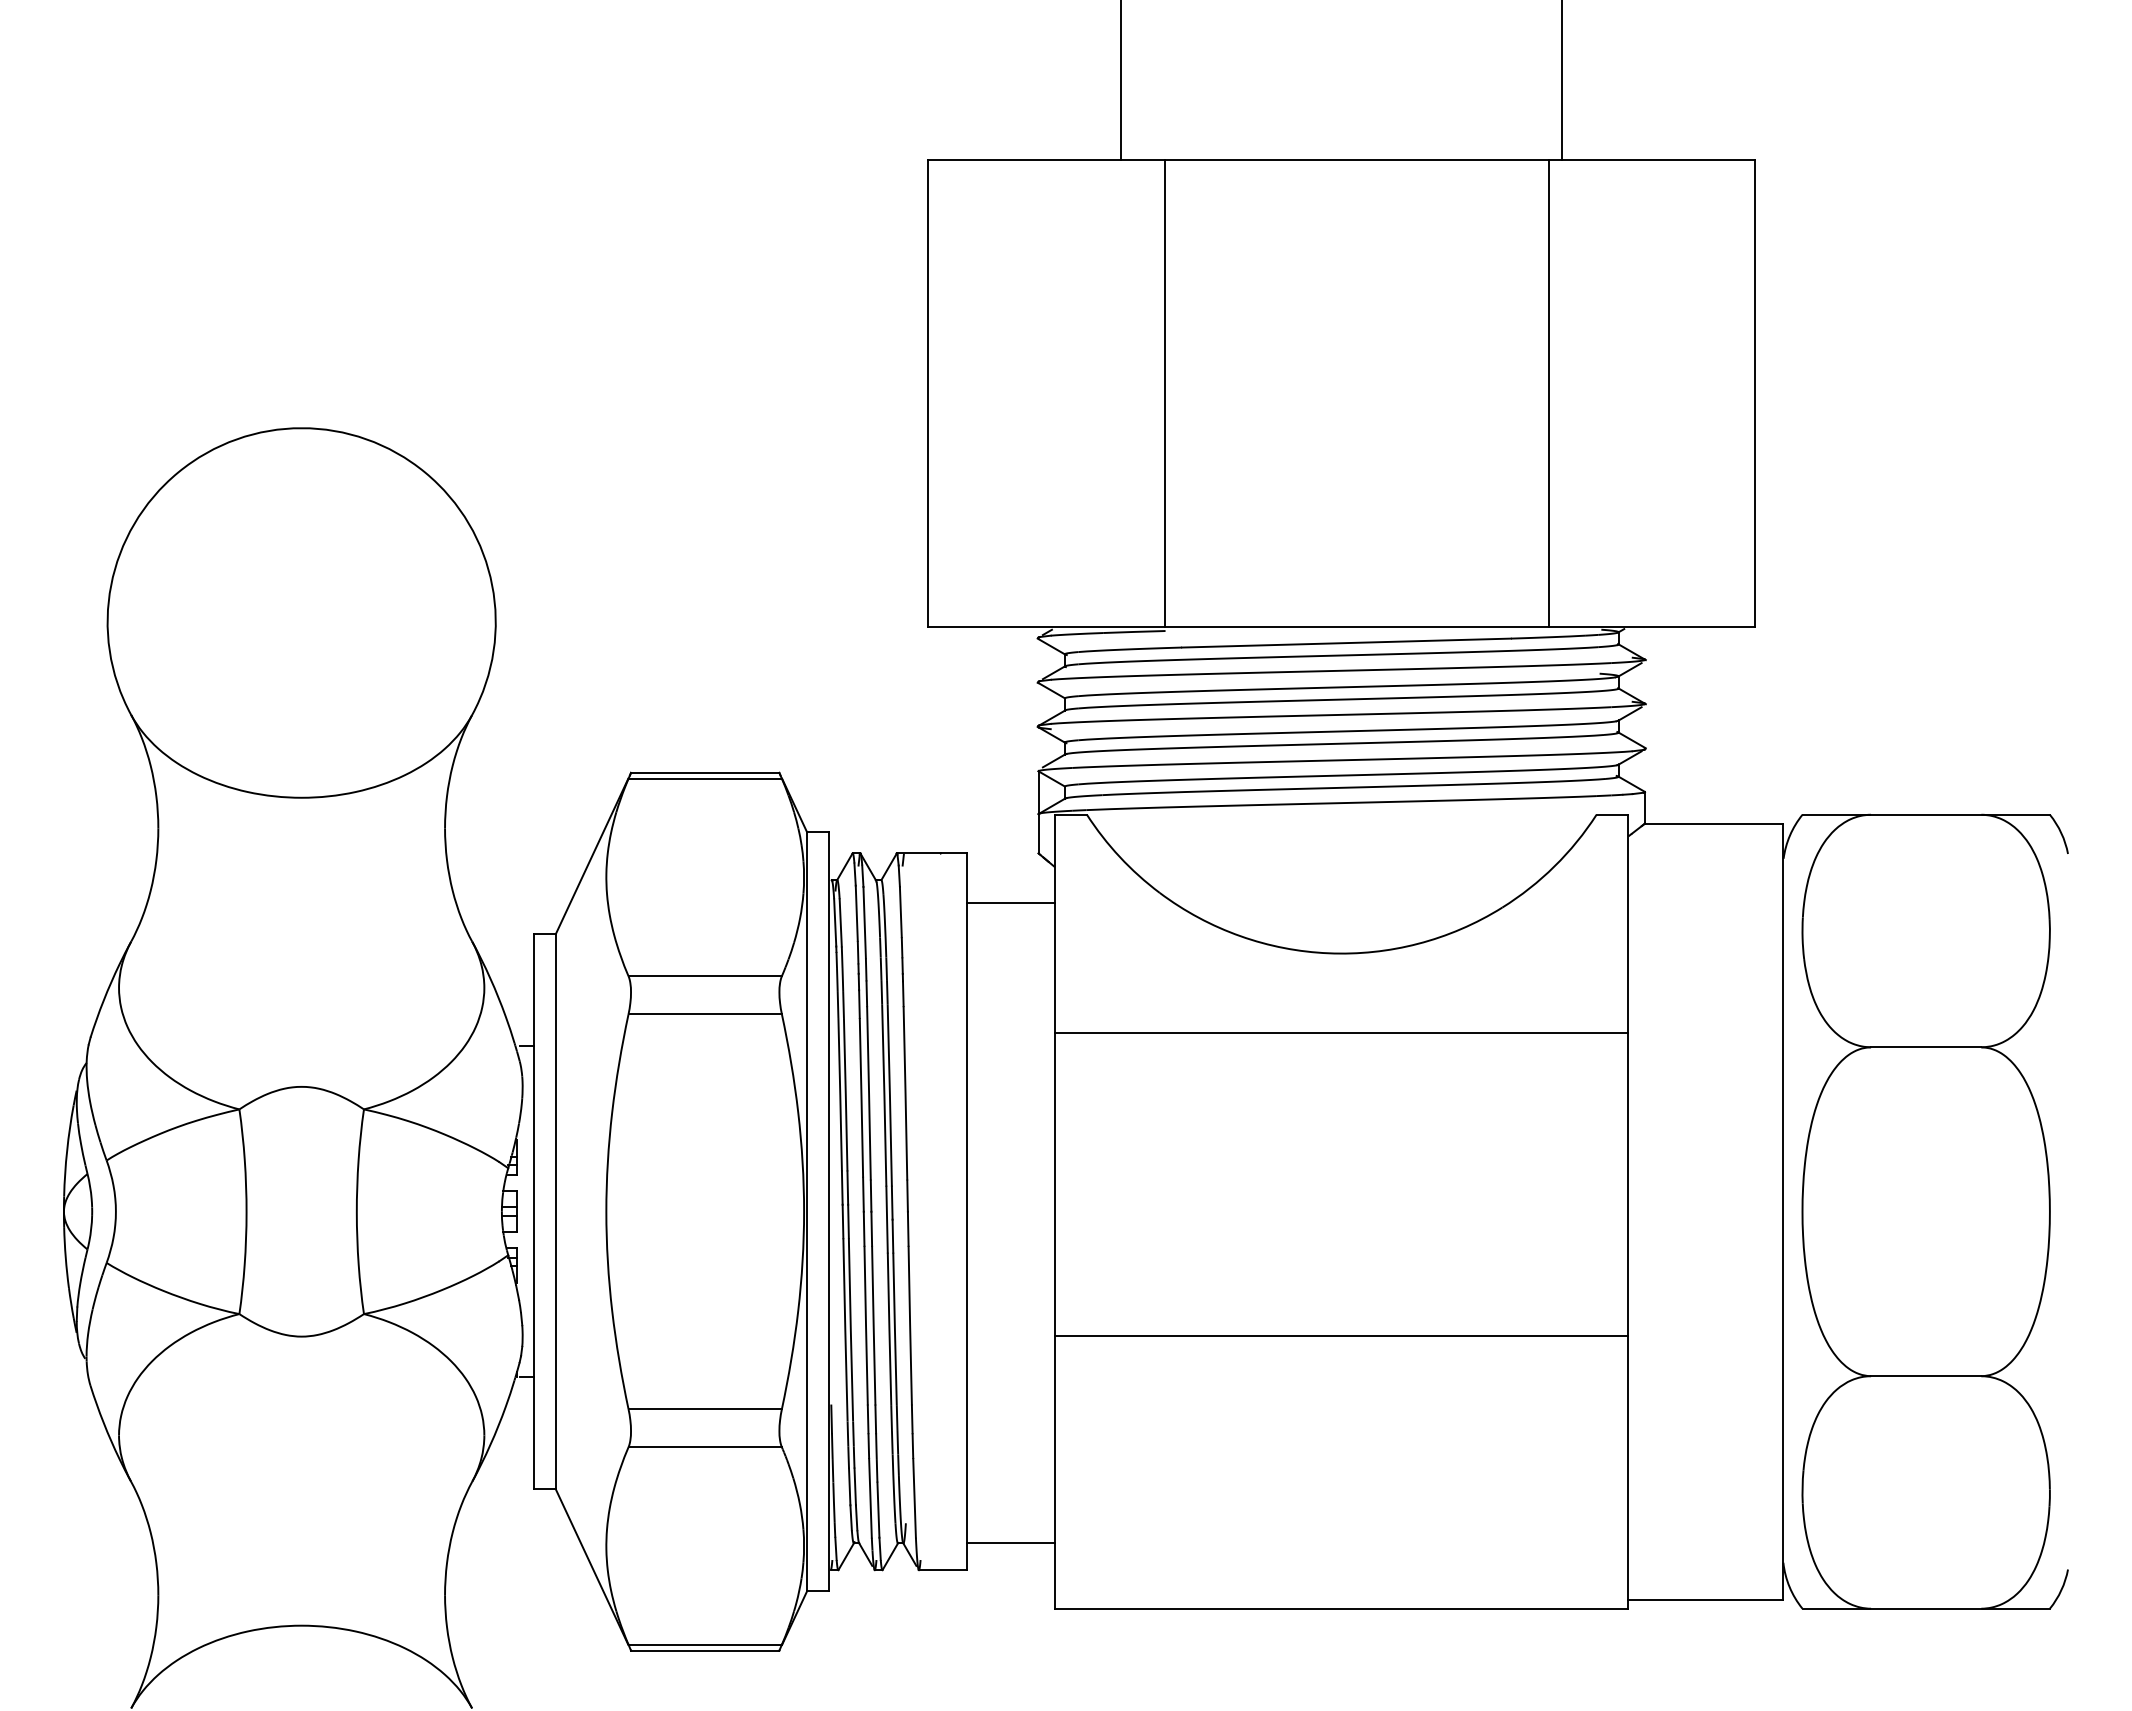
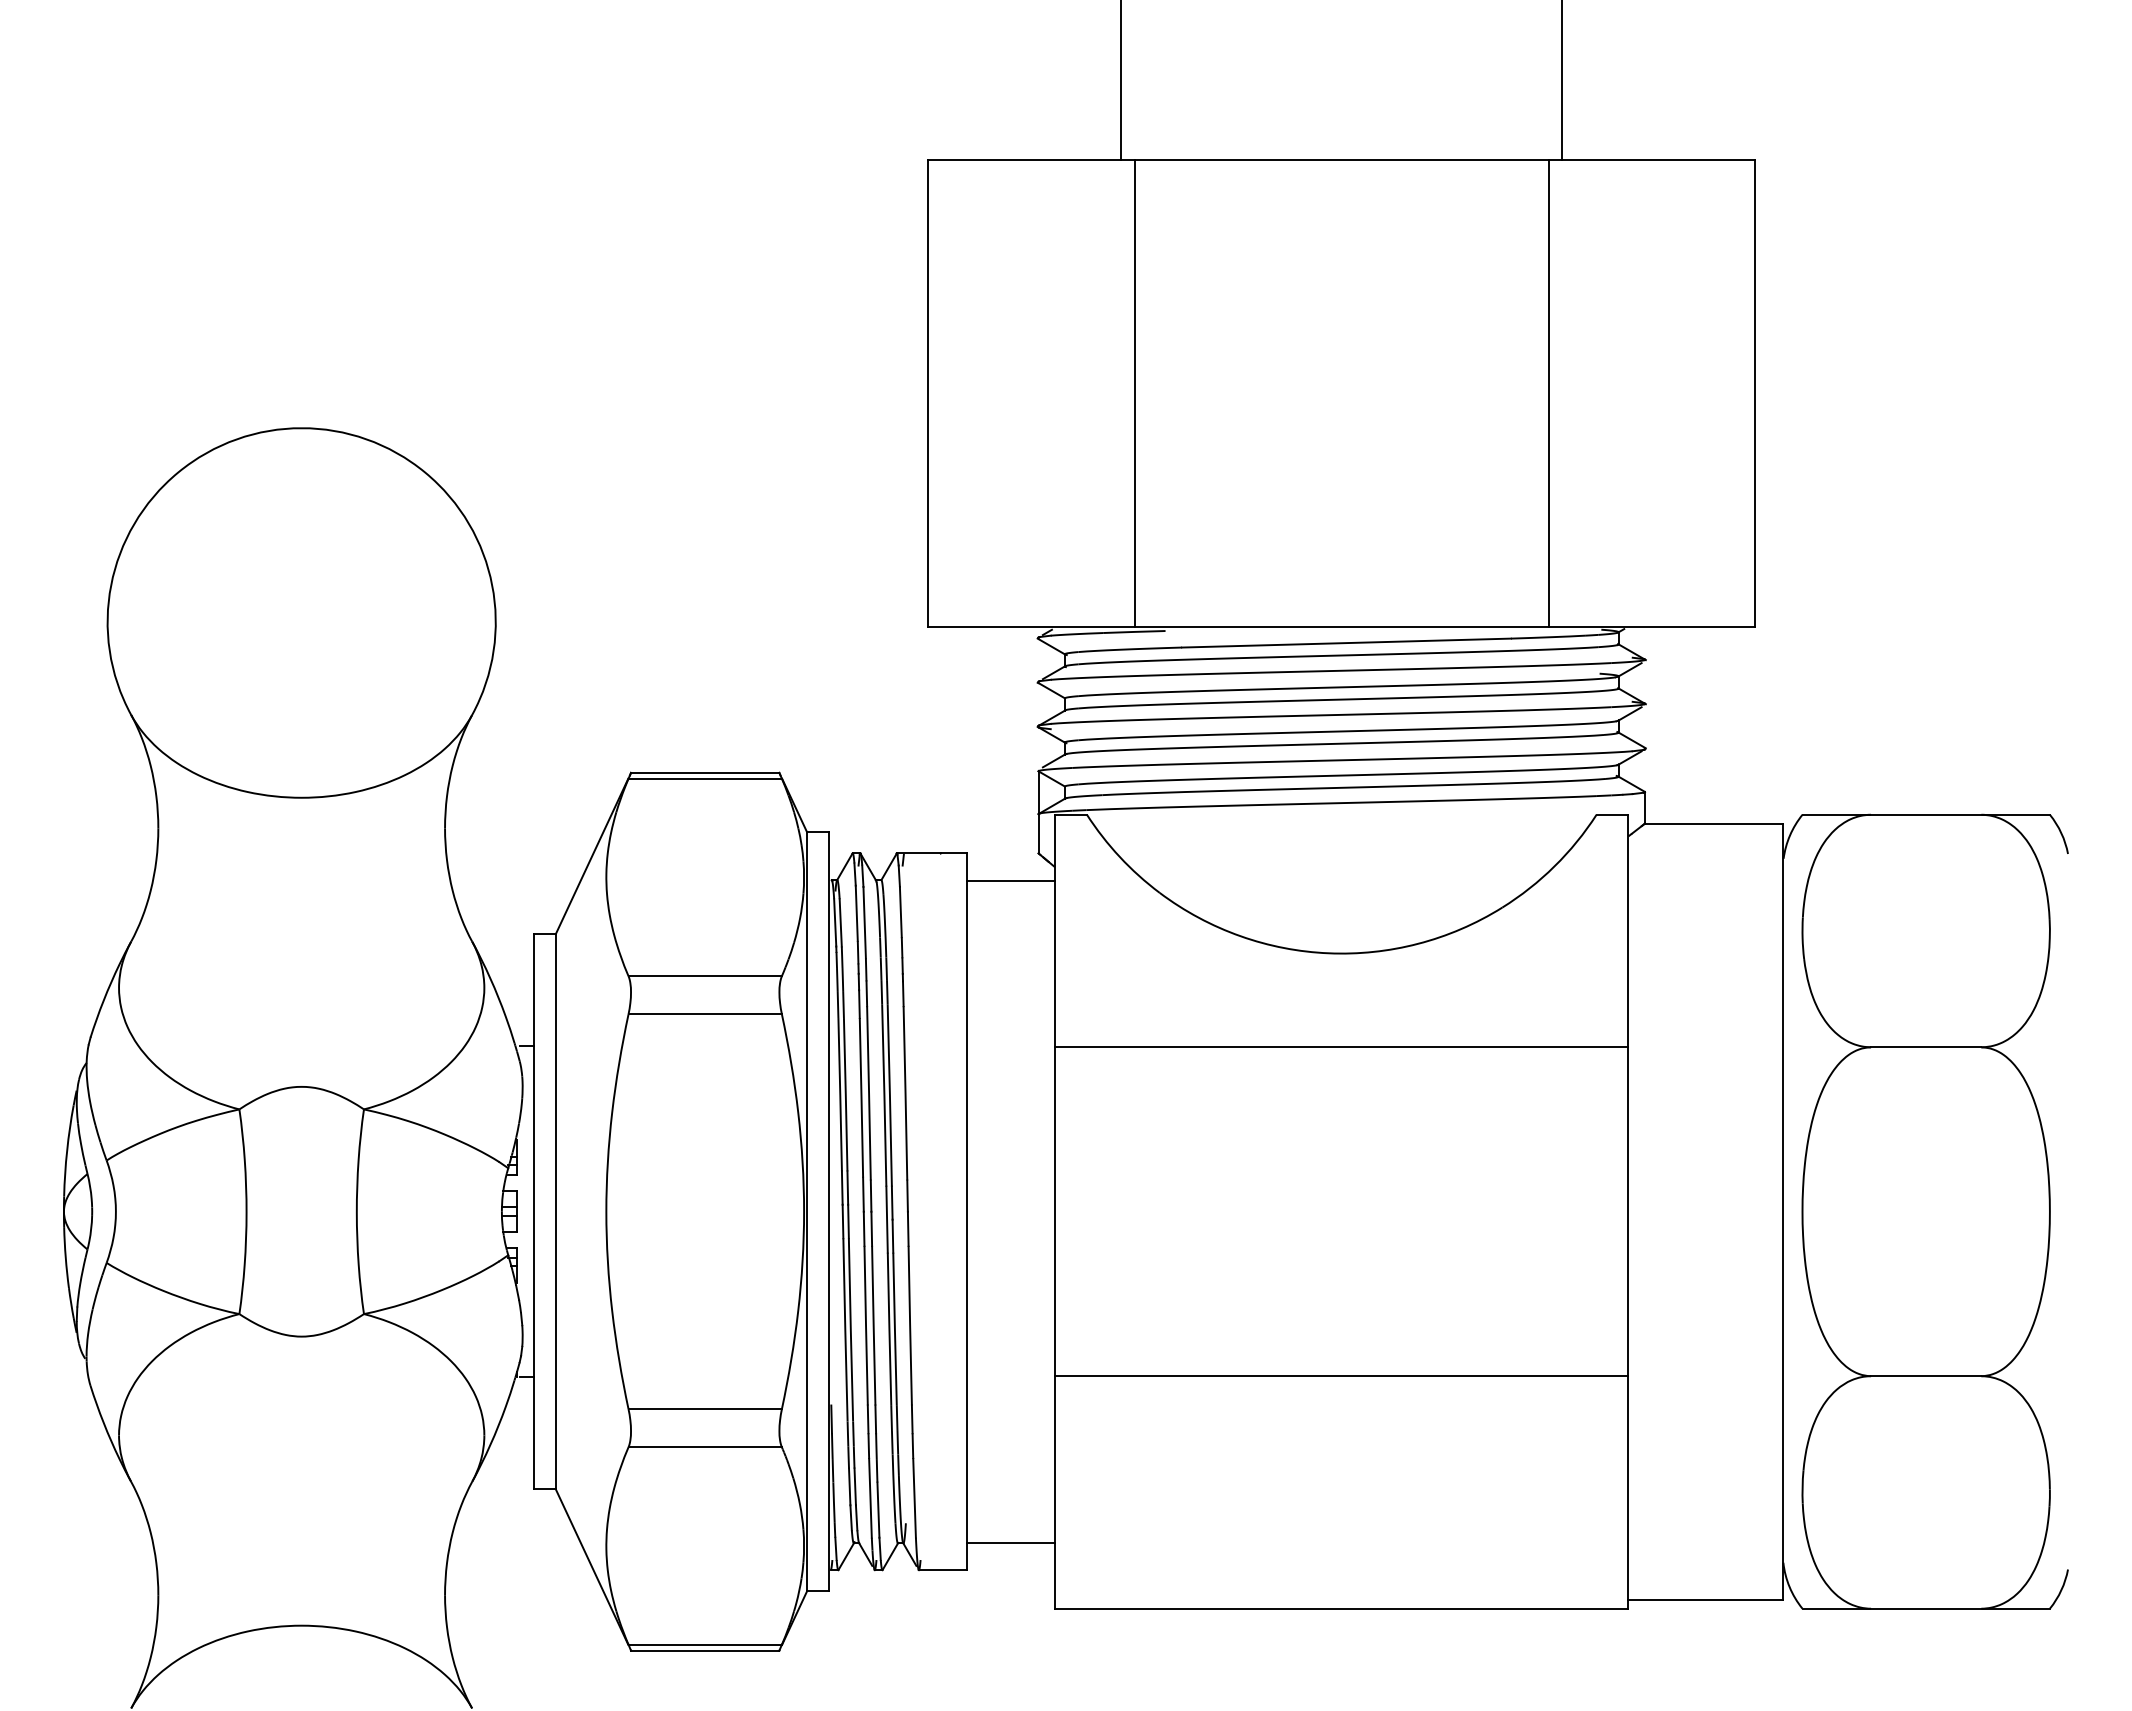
line at (1164, 393) position: (1164, 393) -> (1134, 393)
line at (1010, 902) position: (1010, 902) -> (1010, 880)
line at (1341, 1033) position: (1341, 1033) -> (1341, 1047)
line at (1341, 1336) position: (1341, 1336) -> (1341, 1376)
